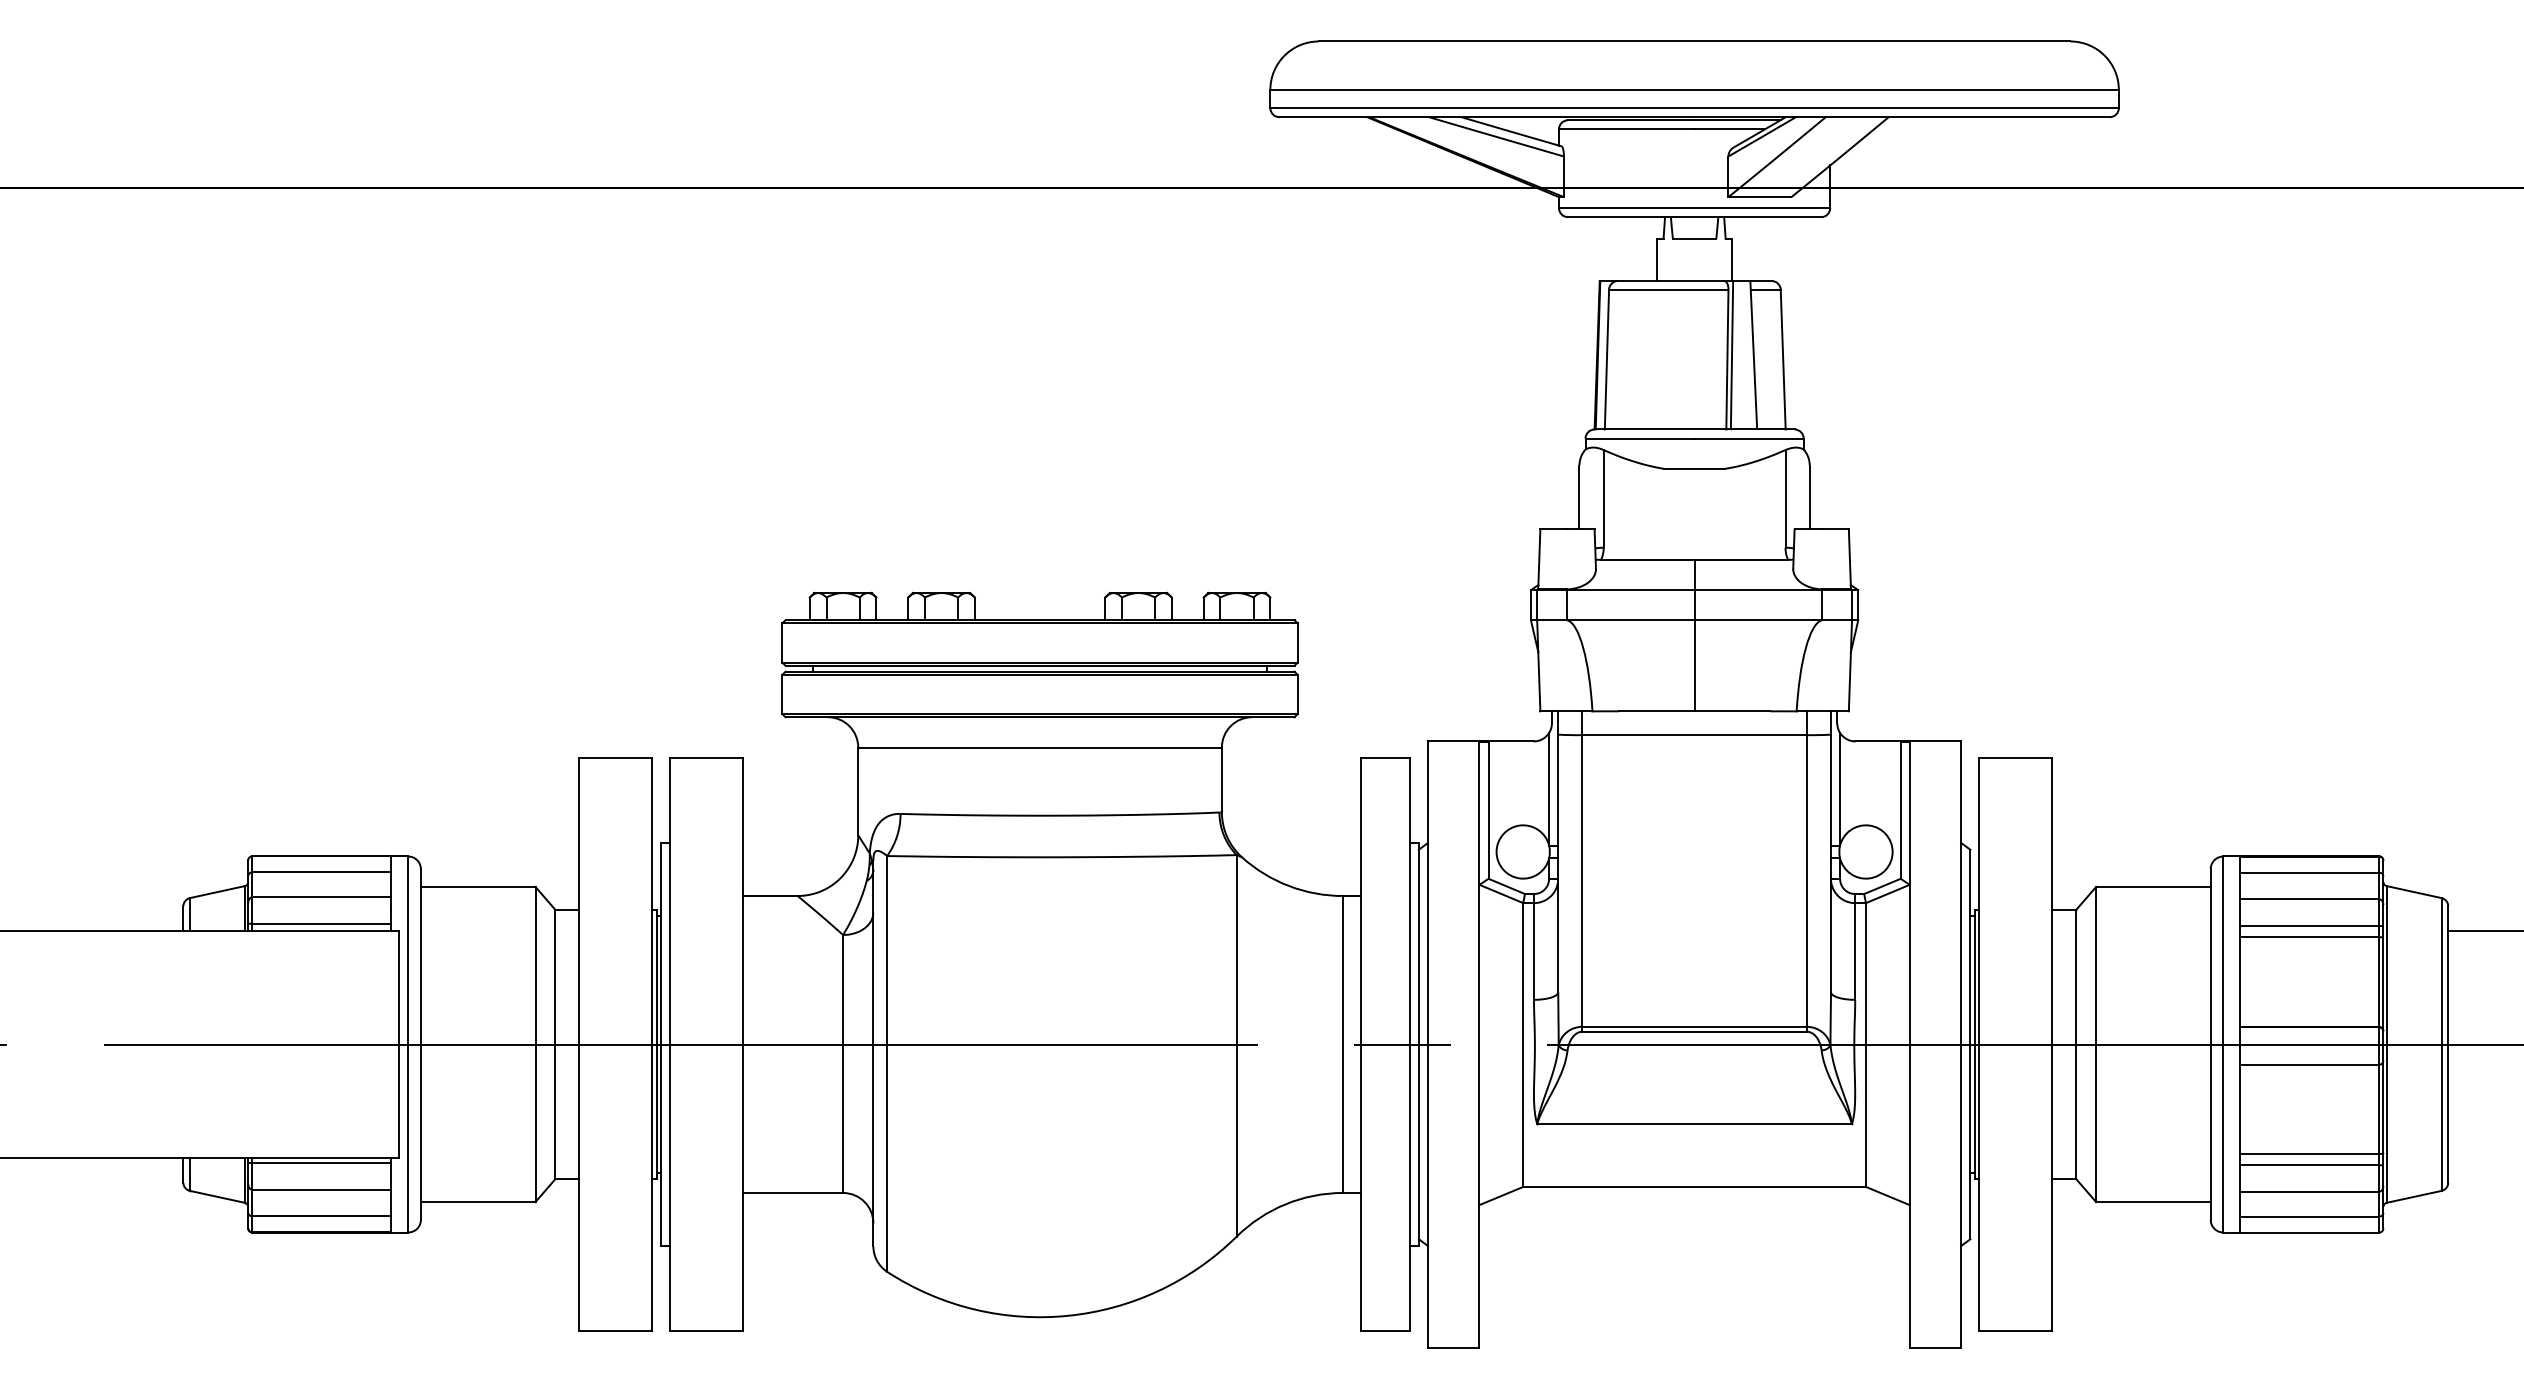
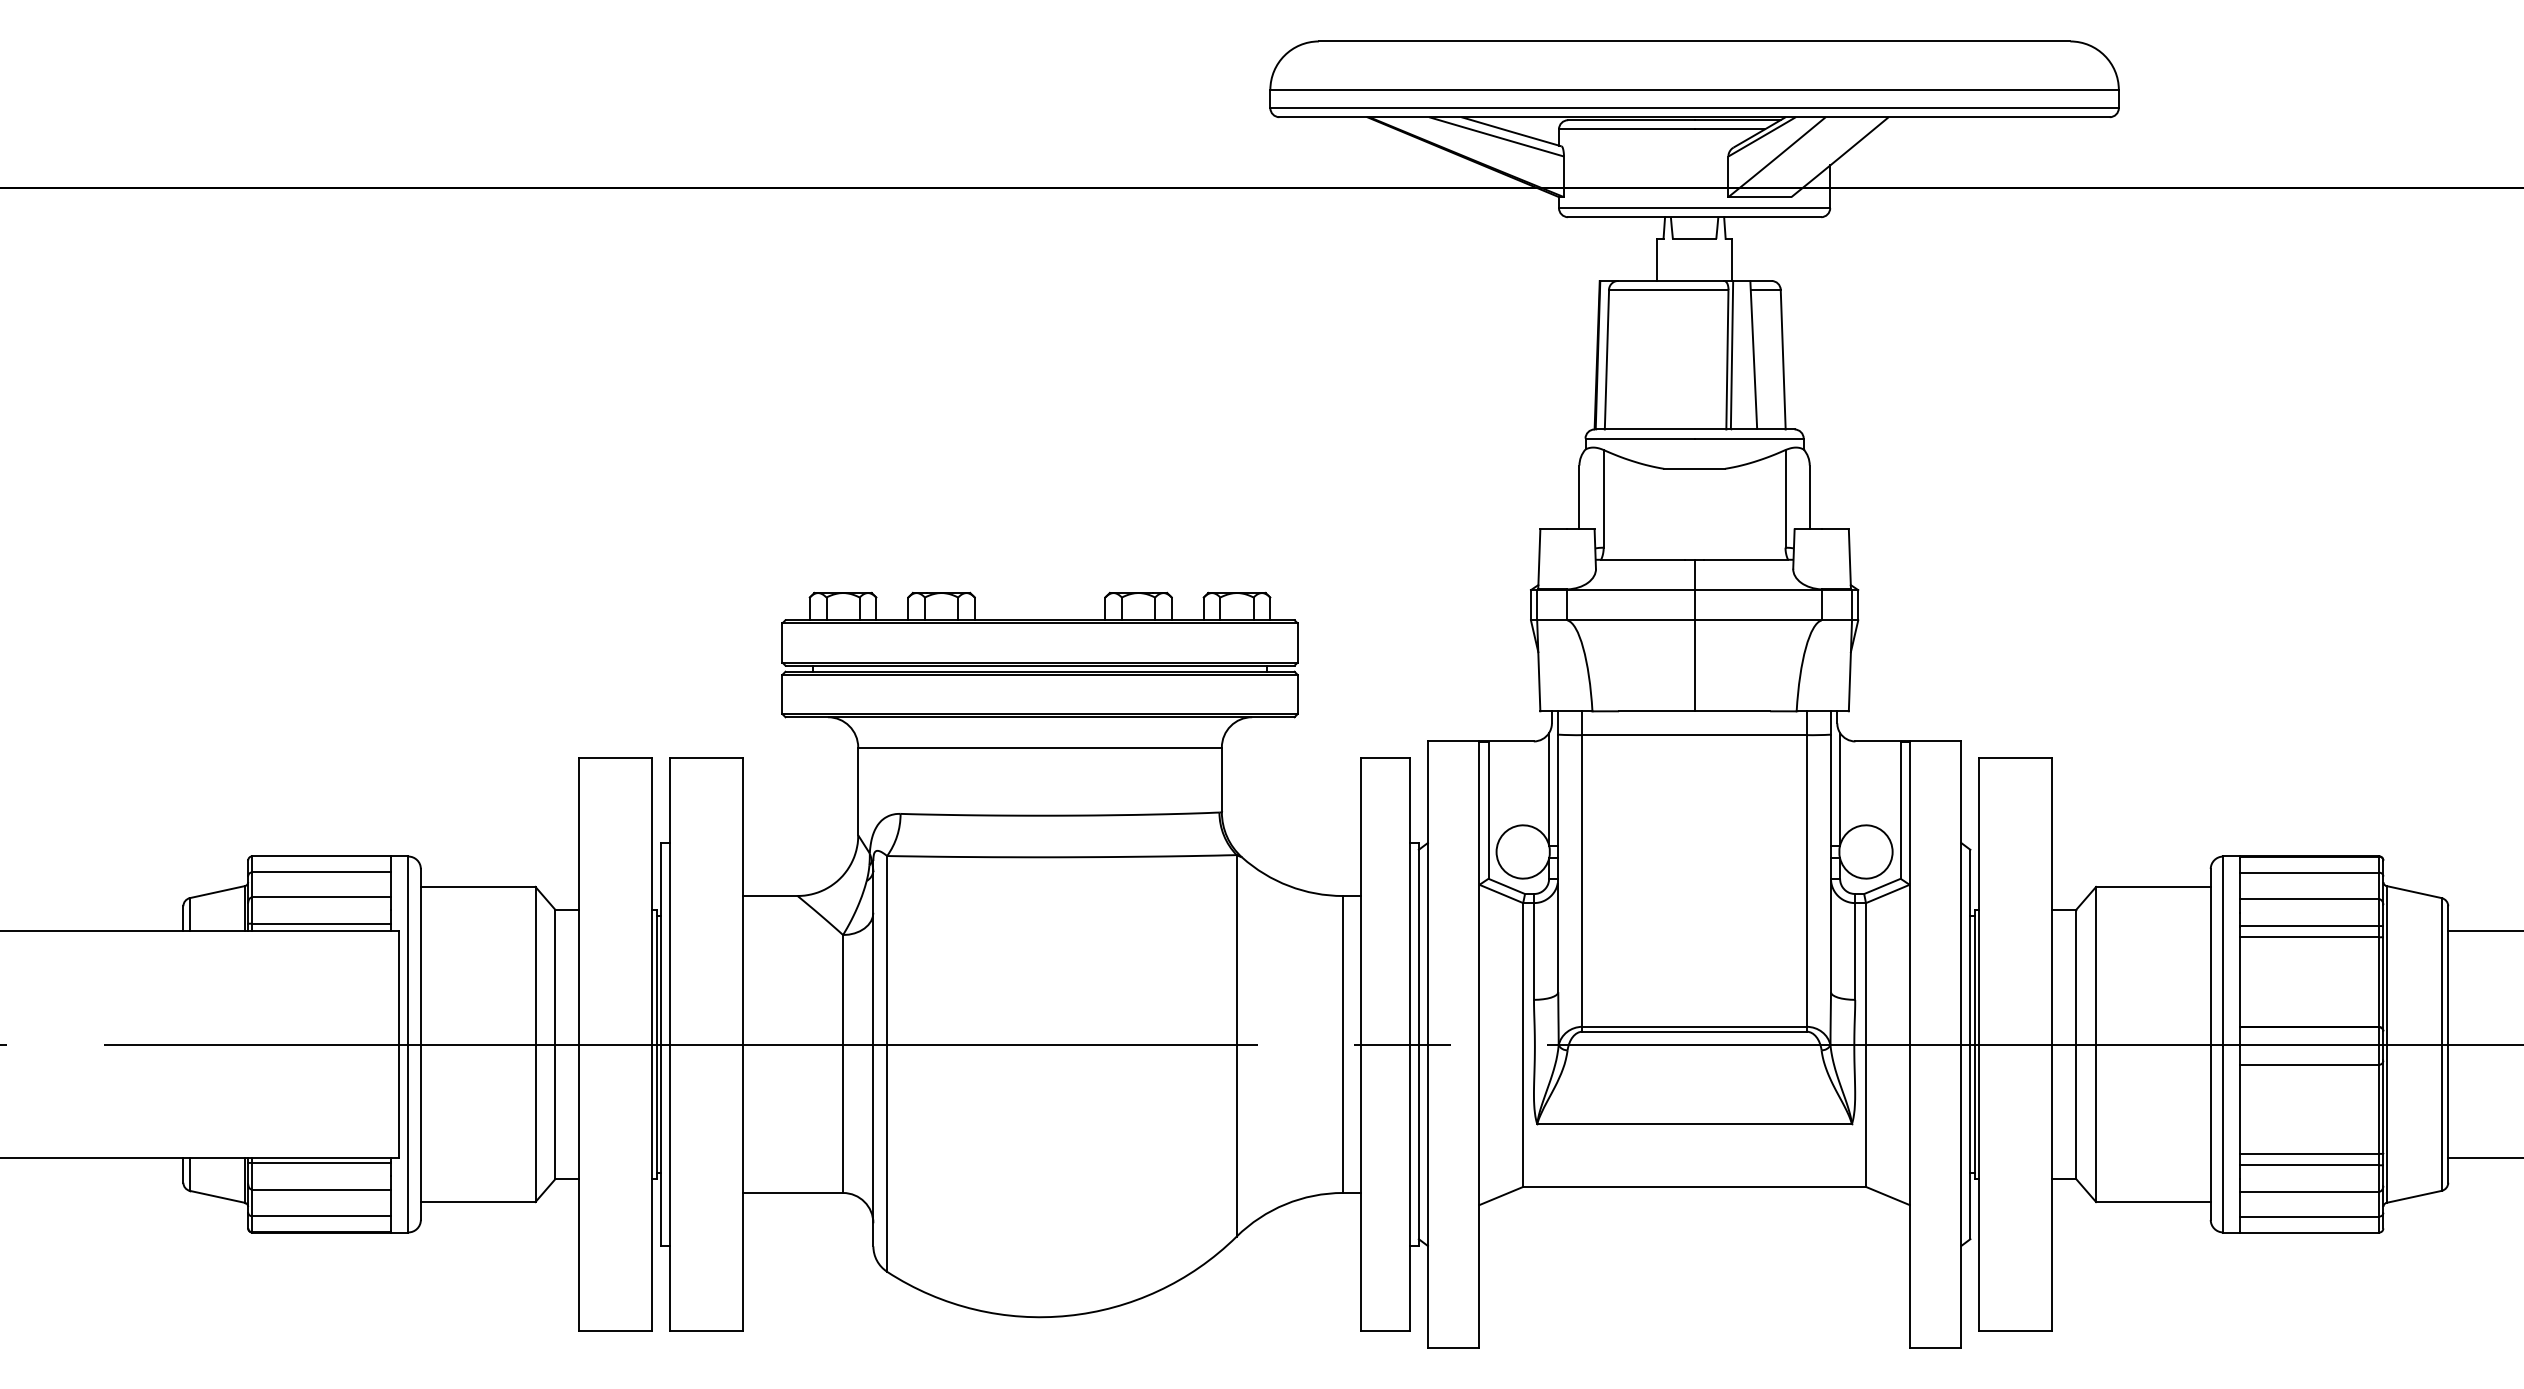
line at (2484, 1158): none -> present
